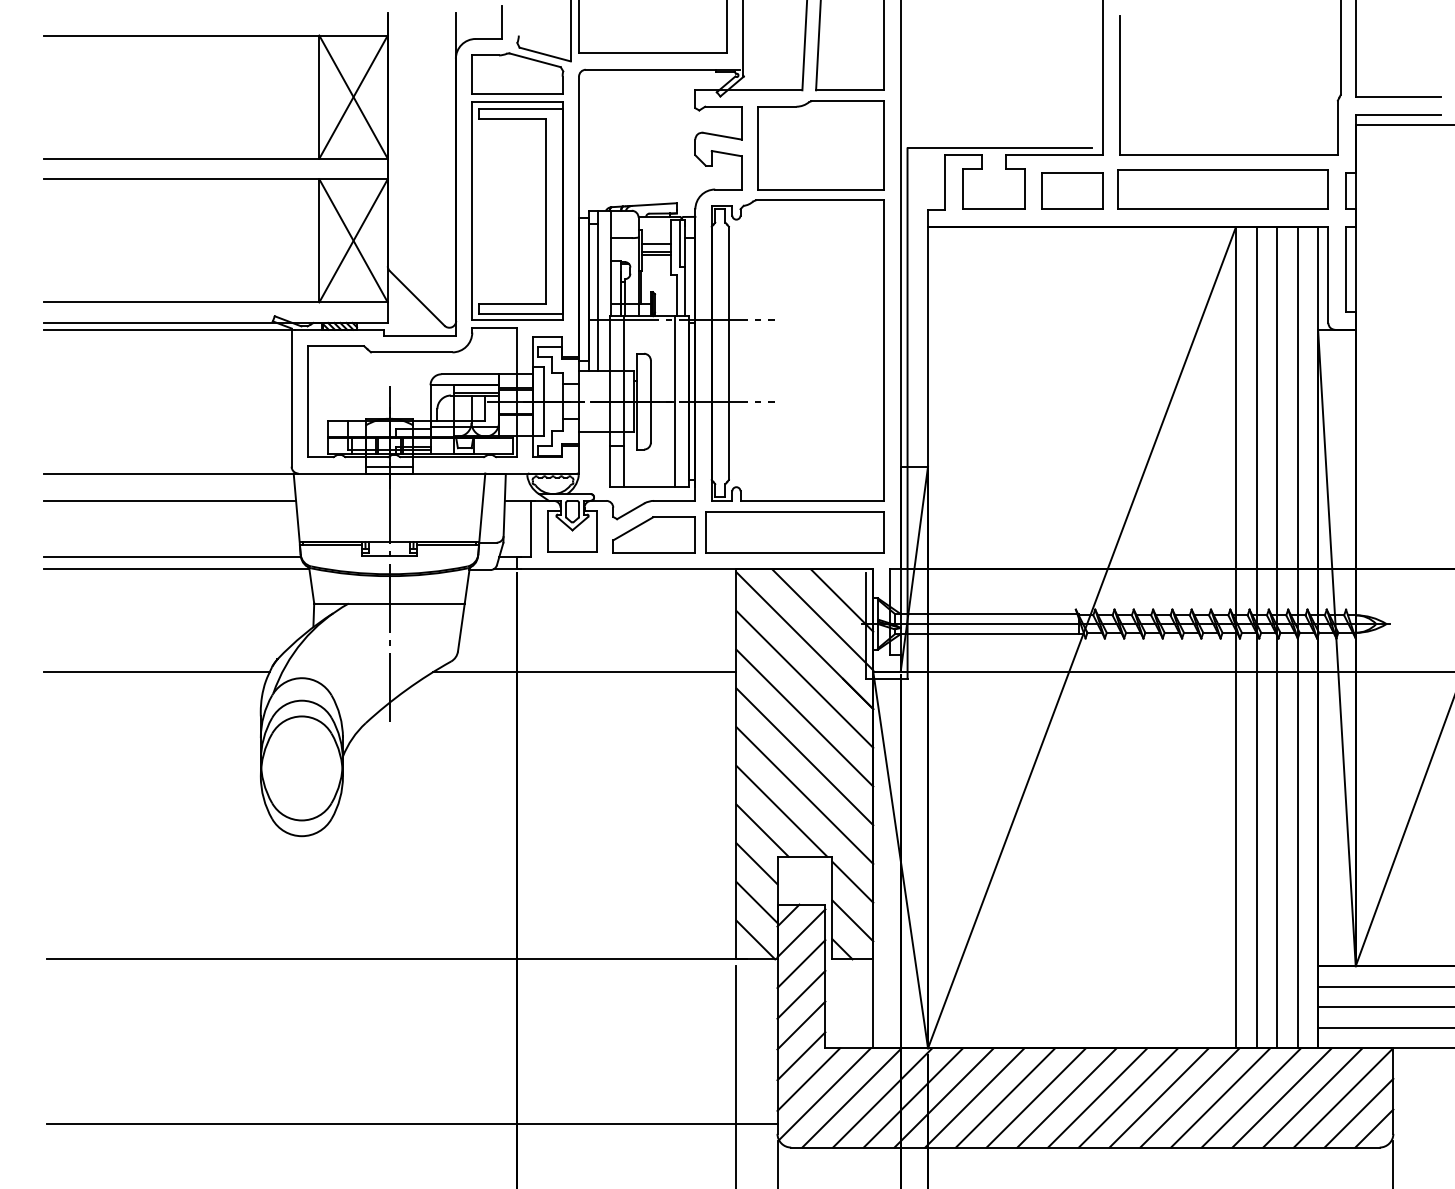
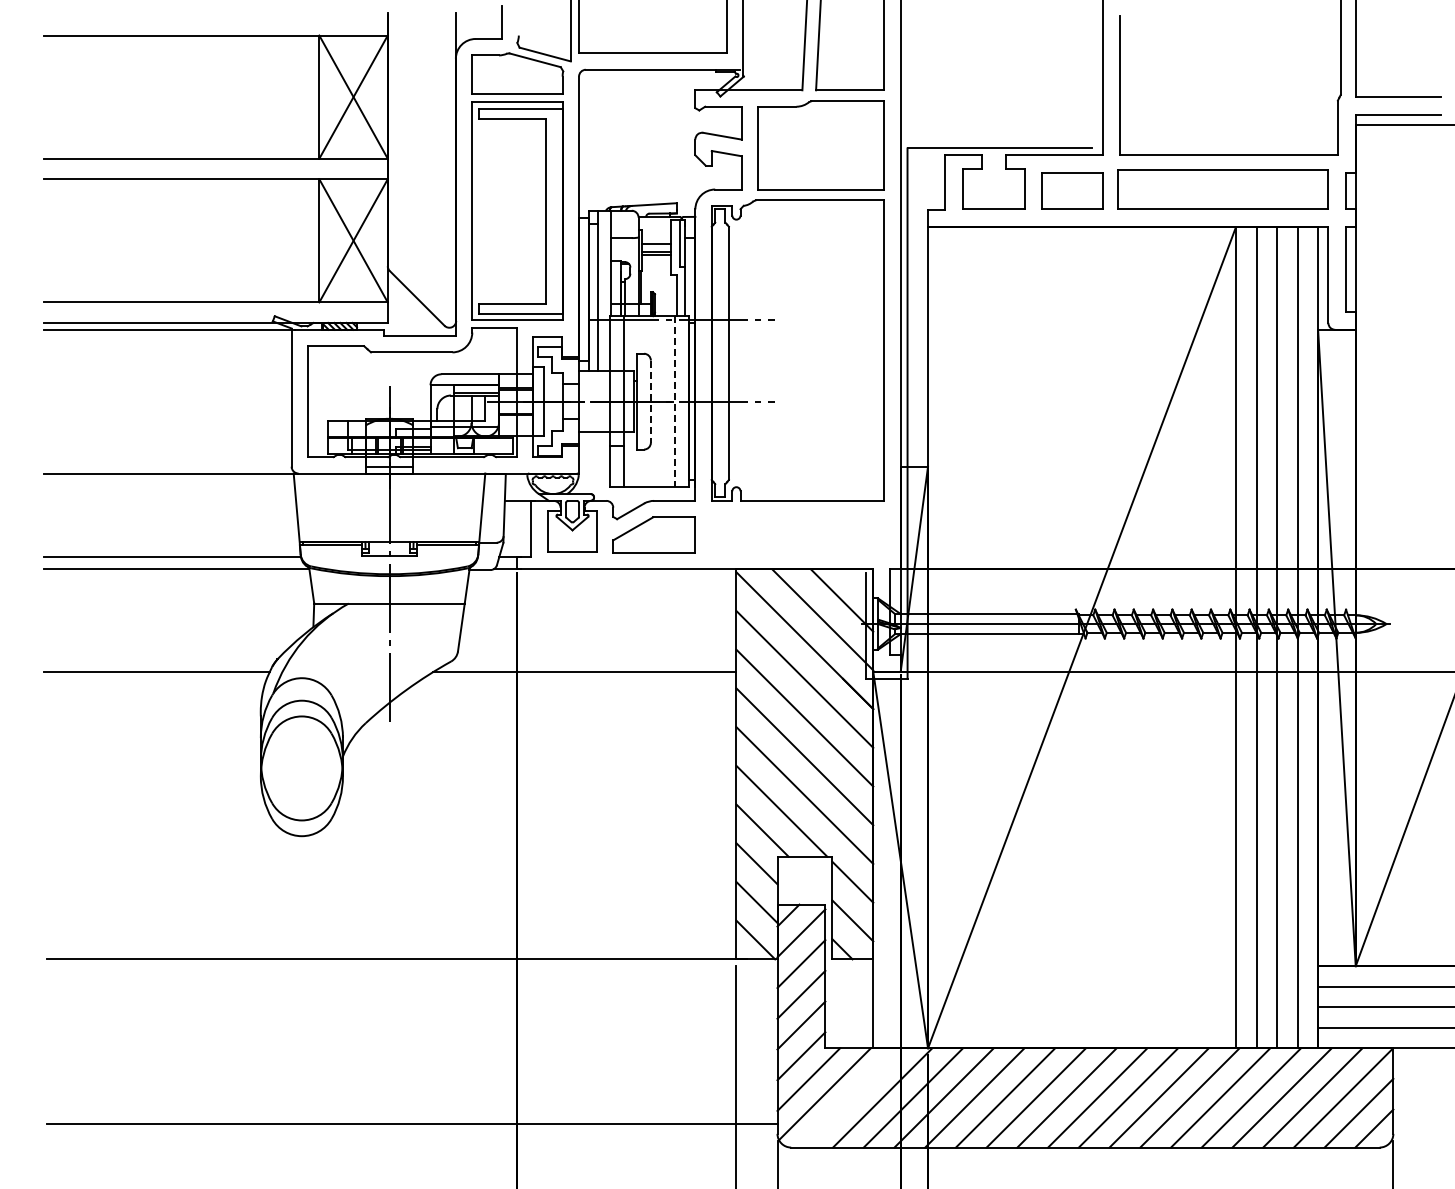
line at (674, 401): solid -> dashed
line at (650, 402): solid -> dashed
line at (169, 500): present -> none
part at (794, 532): present -> none
line at (851, 1097): present -> none
